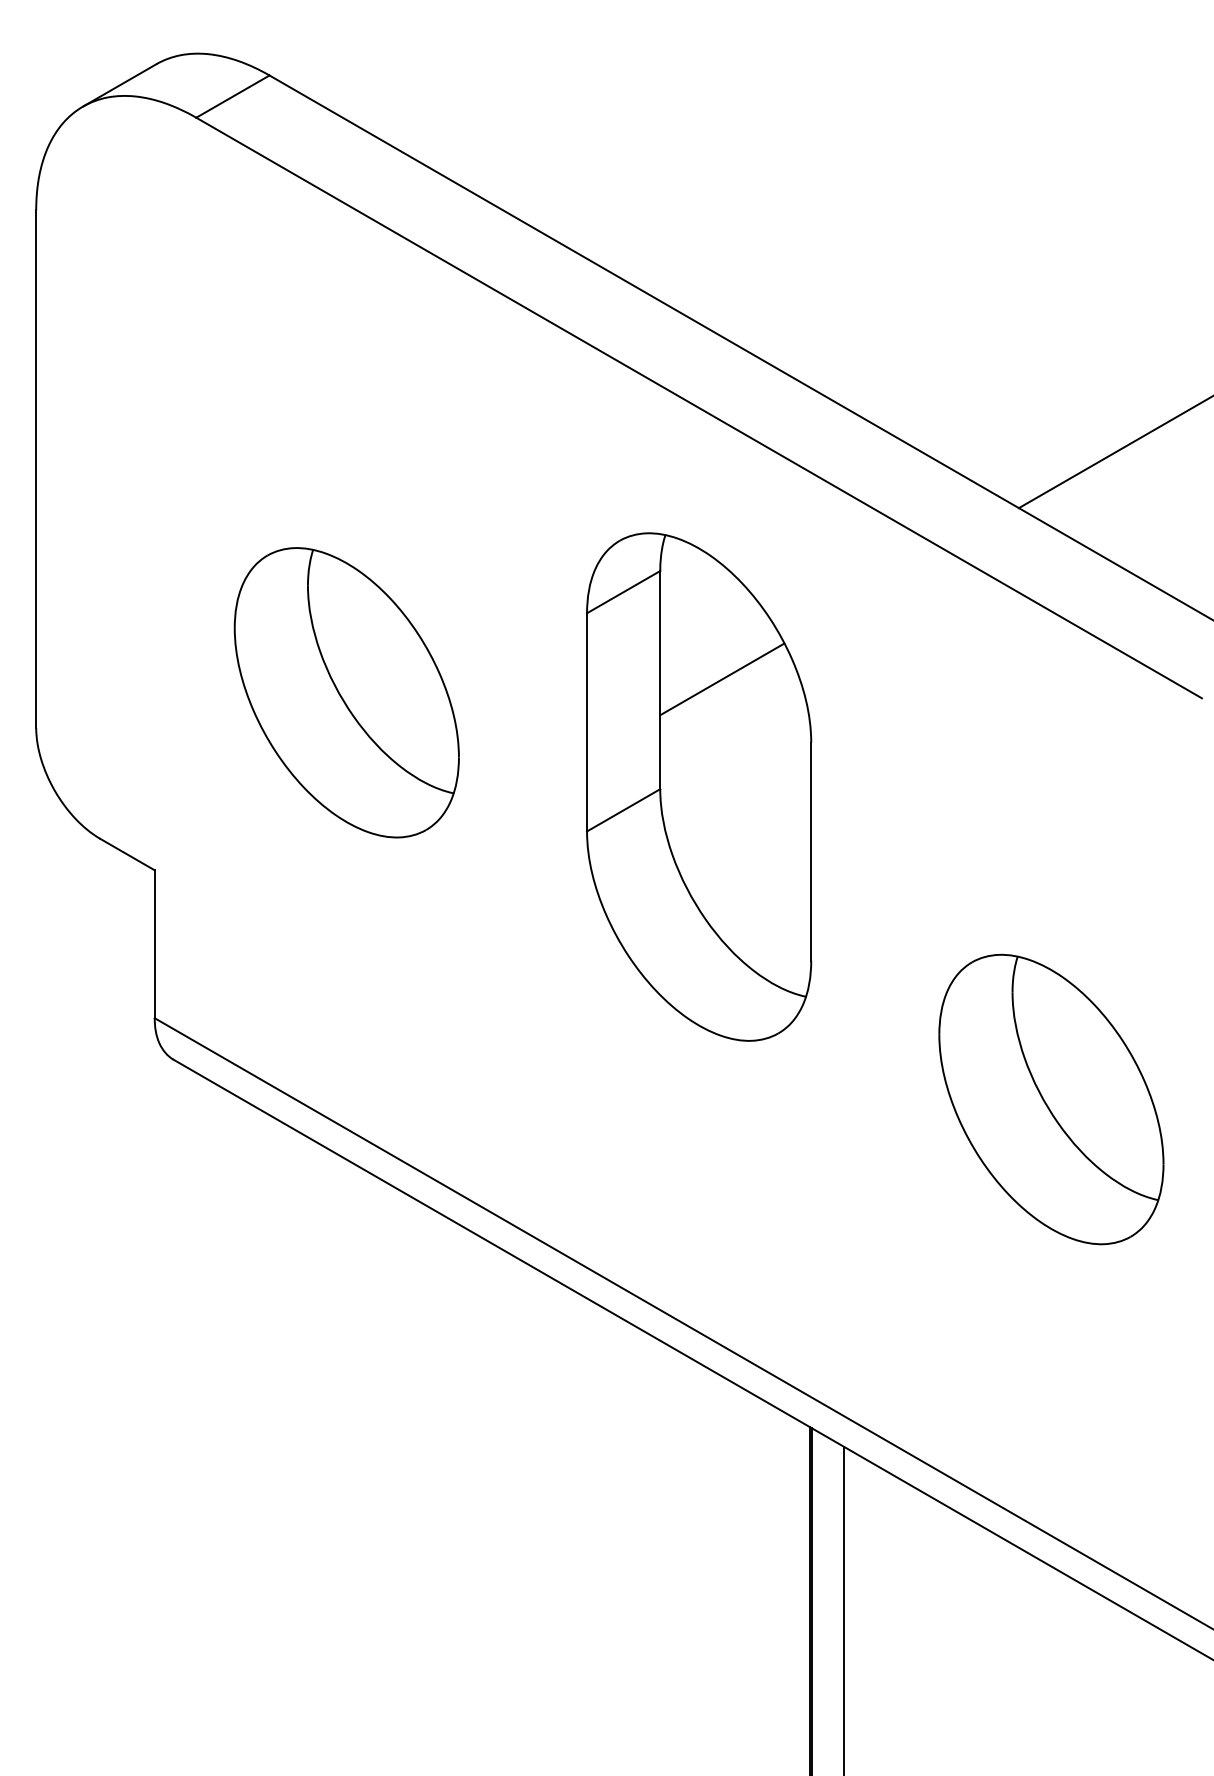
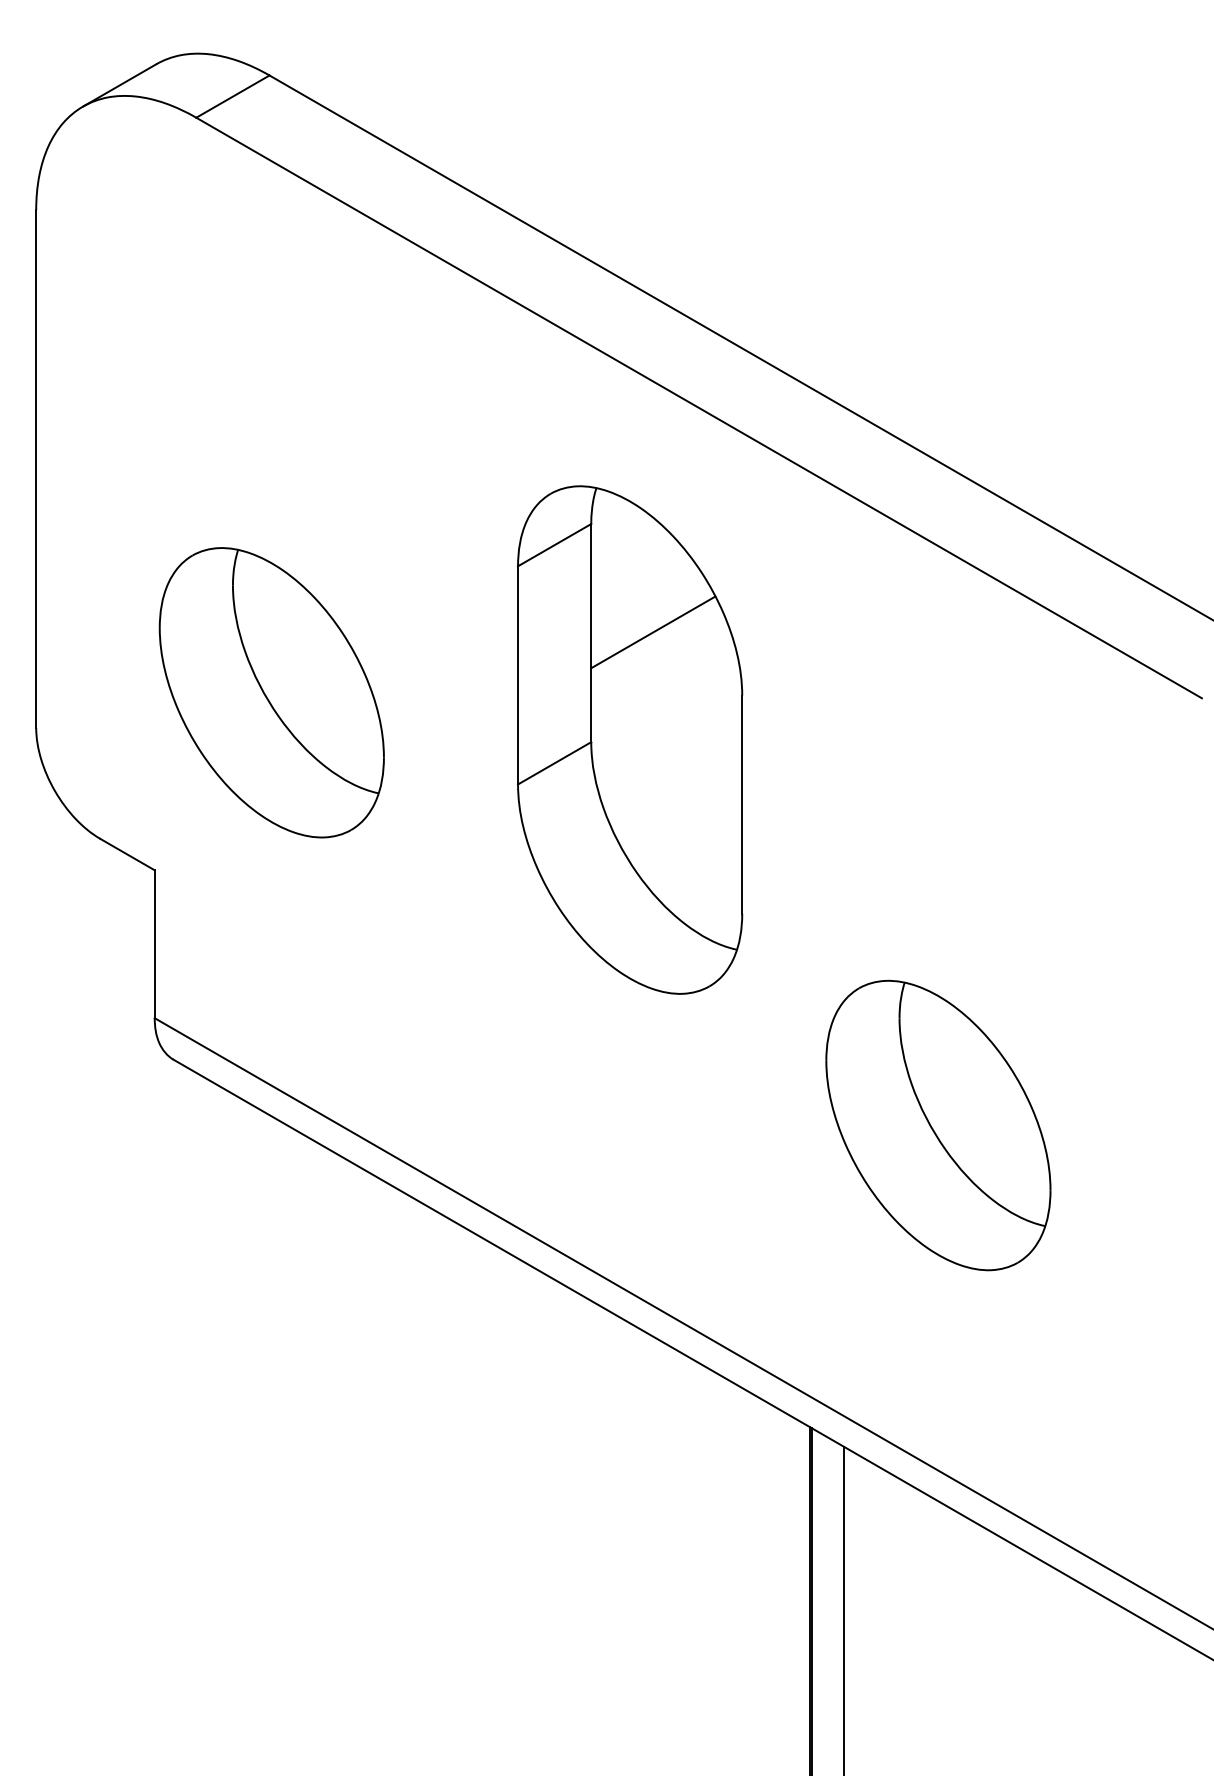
line at (1114, 452): present -> none
part at (346, 692) position: (346, 692) -> (271, 692)
part at (699, 786) position: (699, 786) -> (630, 739)
part at (1051, 1099) position: (1051, 1099) -> (938, 1125)
